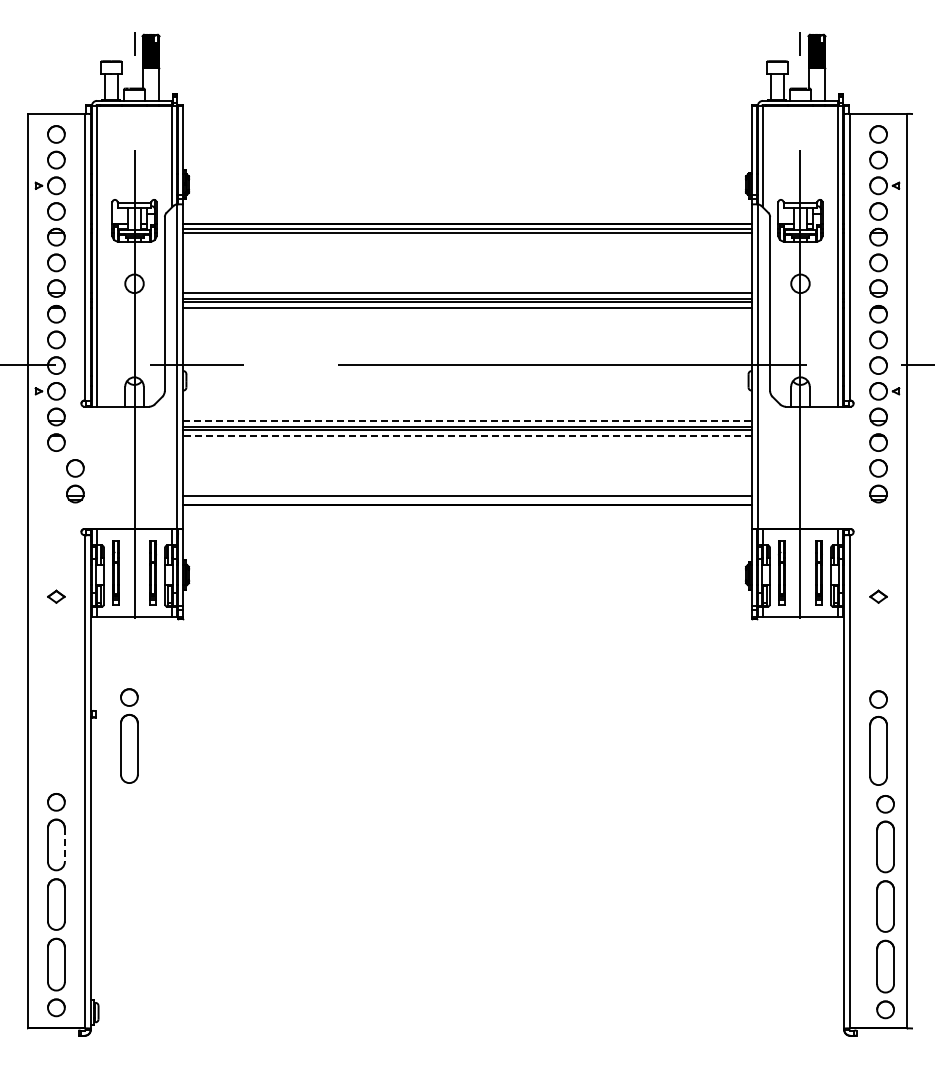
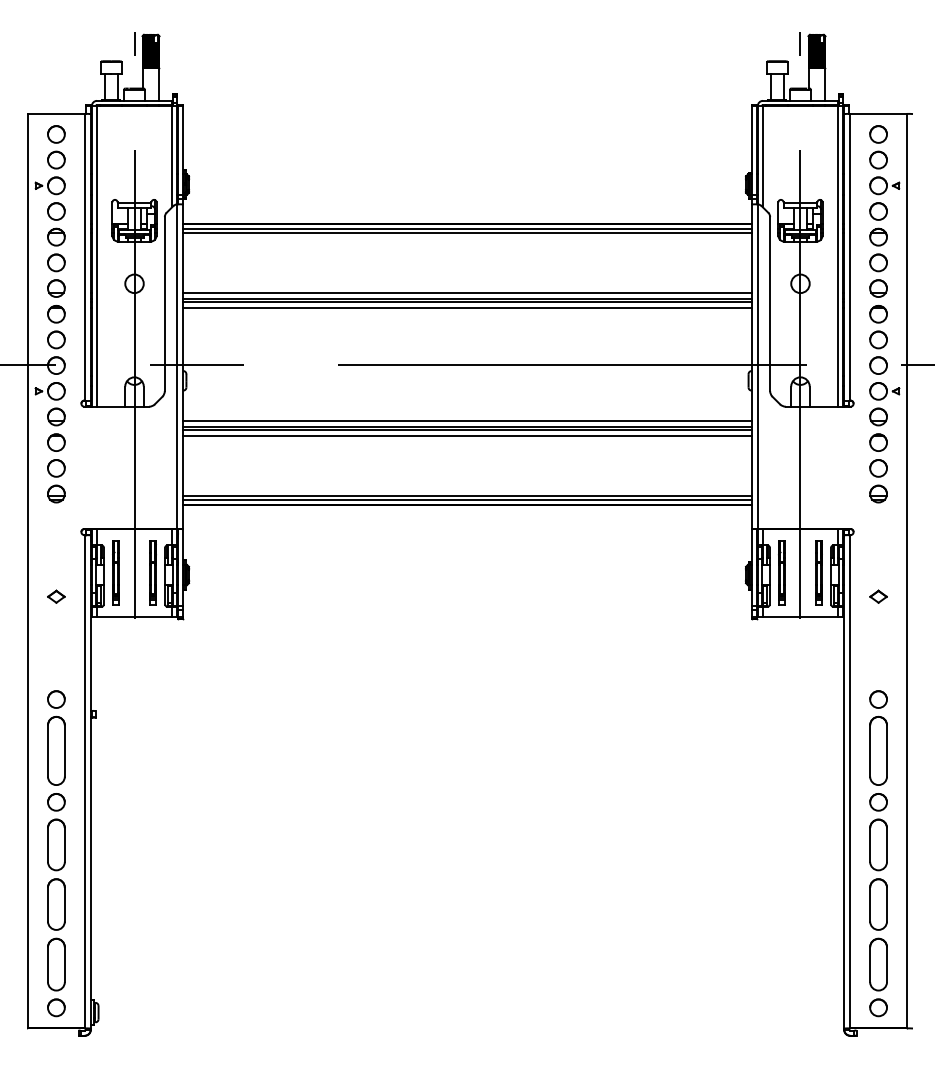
line at (467, 421): dashed -> solid
line at (466, 436): dashed -> solid
part at (75, 481) position: (75, 481) -> (56, 481)
line at (467, 499): none -> present
part at (129, 735) position: (129, 735) -> (56, 737)
line at (64, 844): dashed -> solid
part at (885, 907) position: (885, 907) -> (878, 905)
